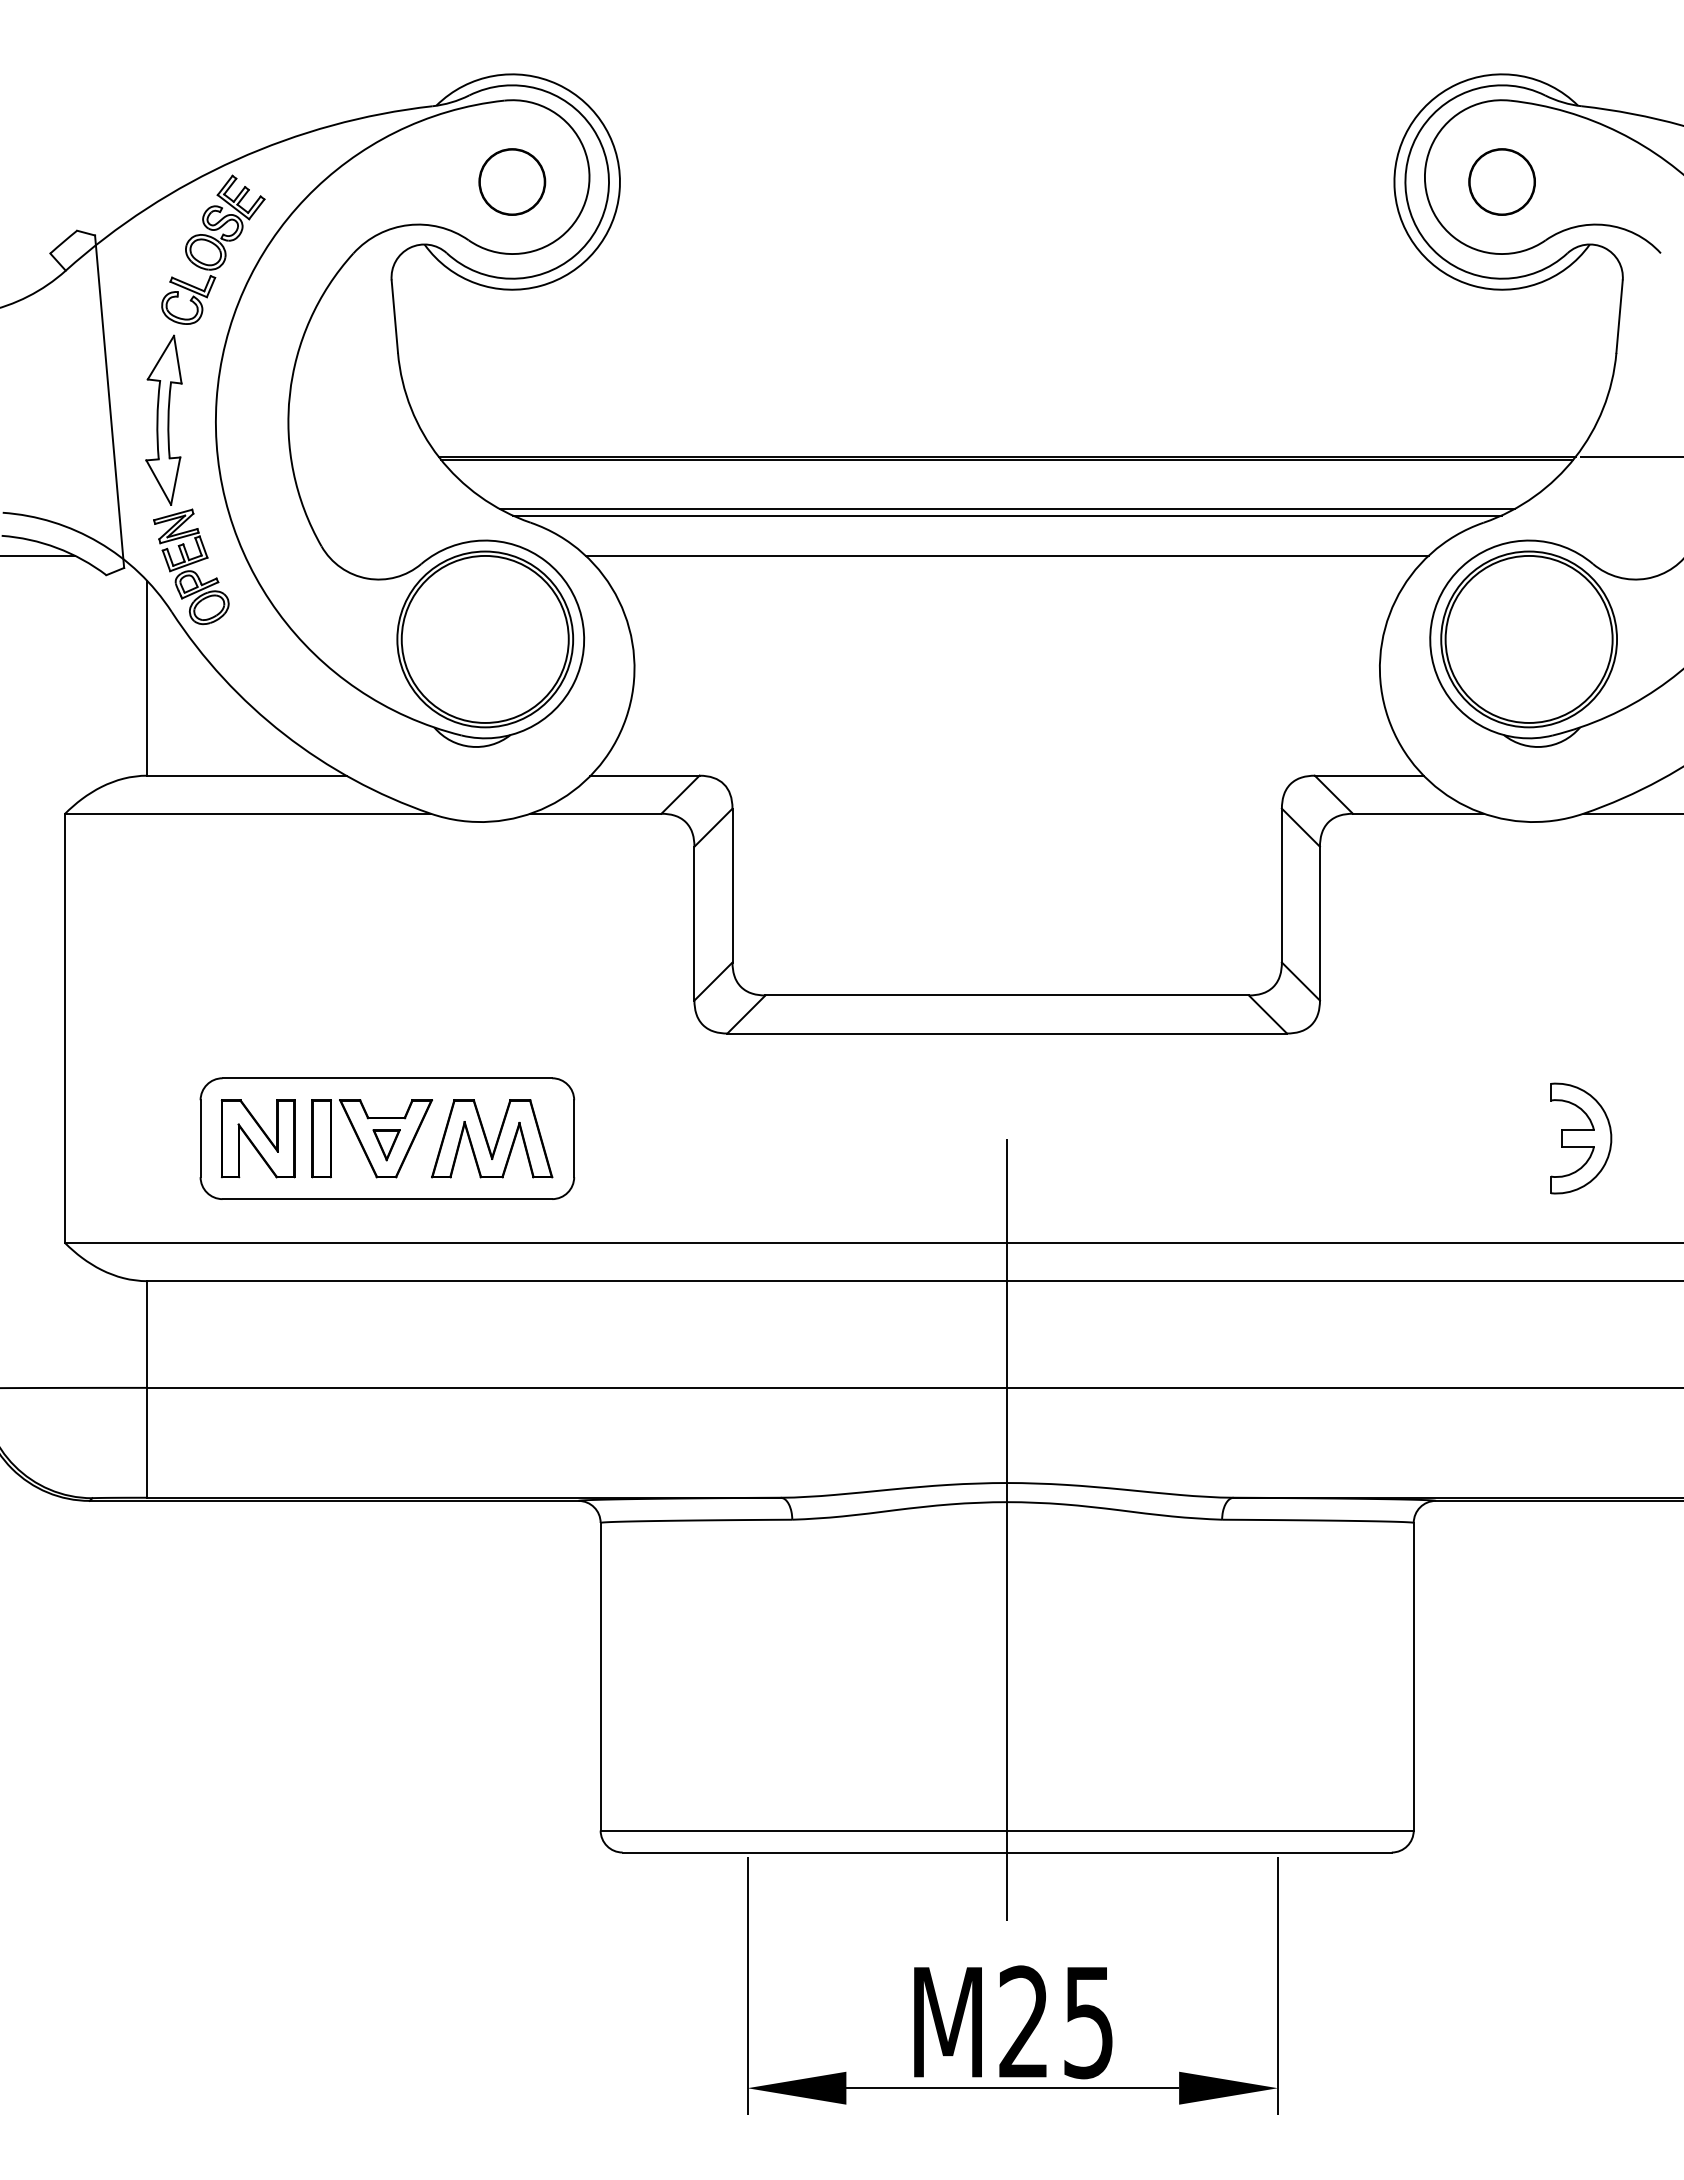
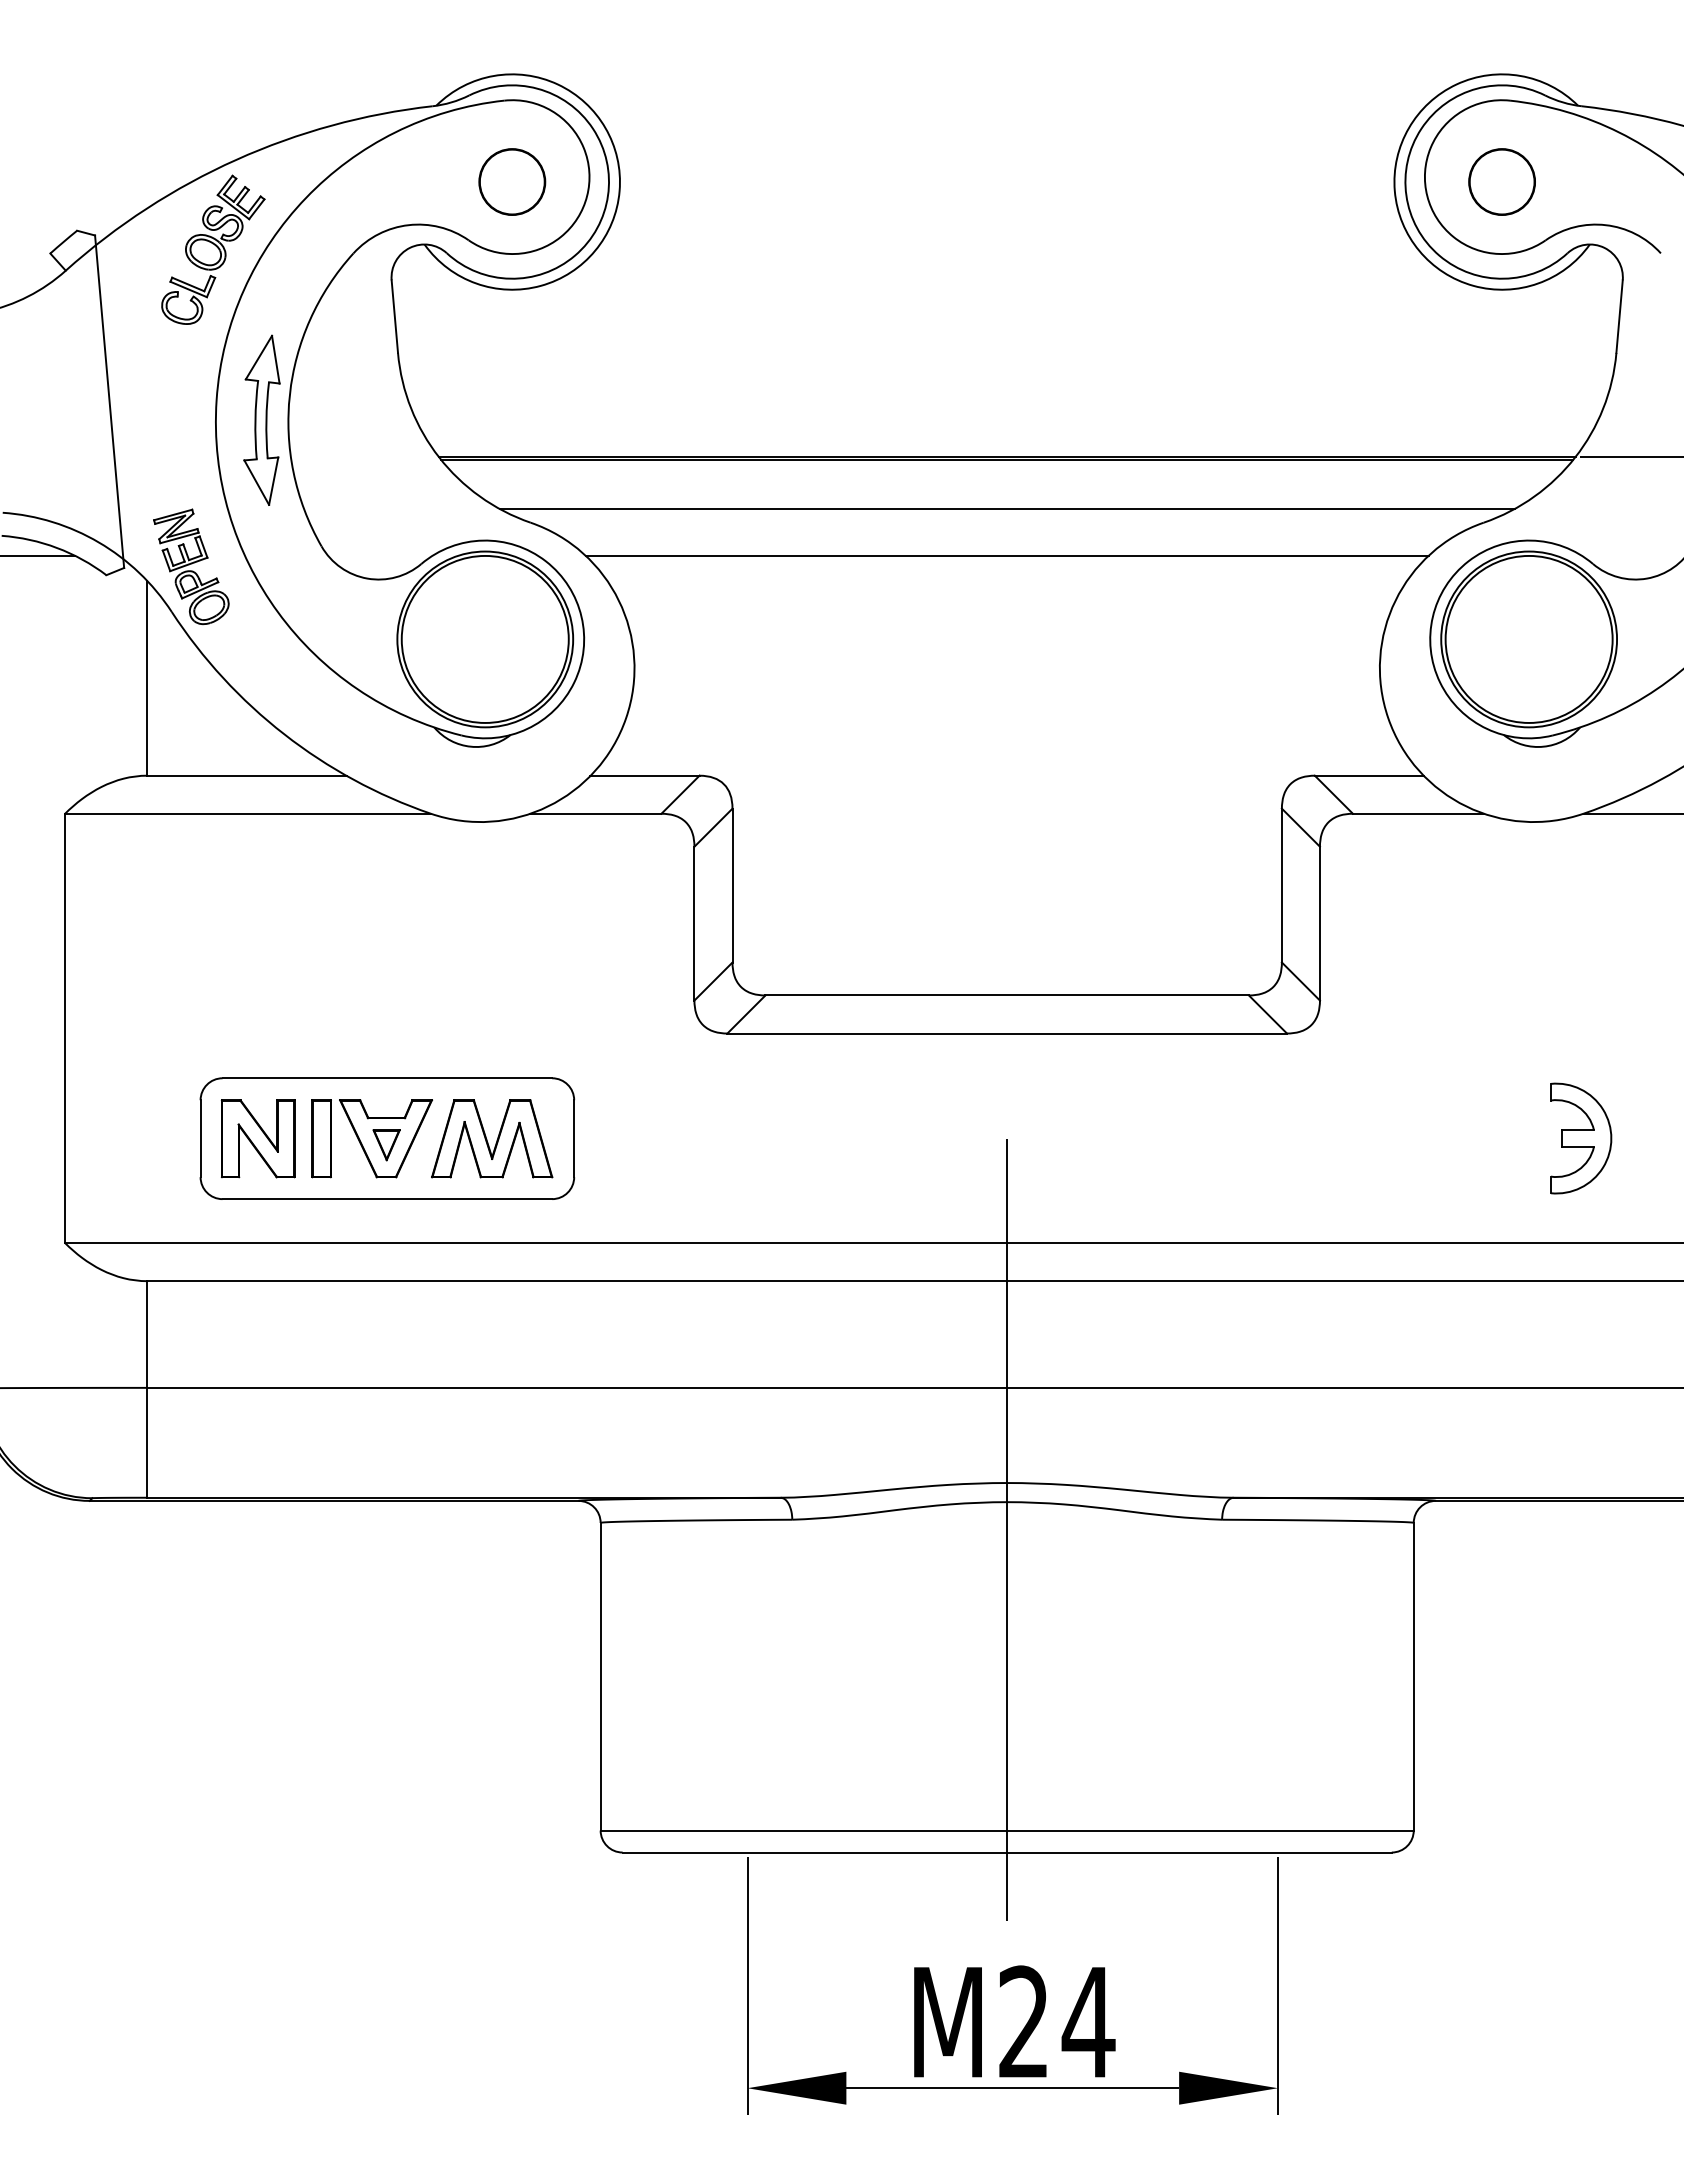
part at (163, 419) position: (163, 419) -> (261, 419)
line at (1006, 515): present -> none
text at (1088, 2023): M25 -> M24
